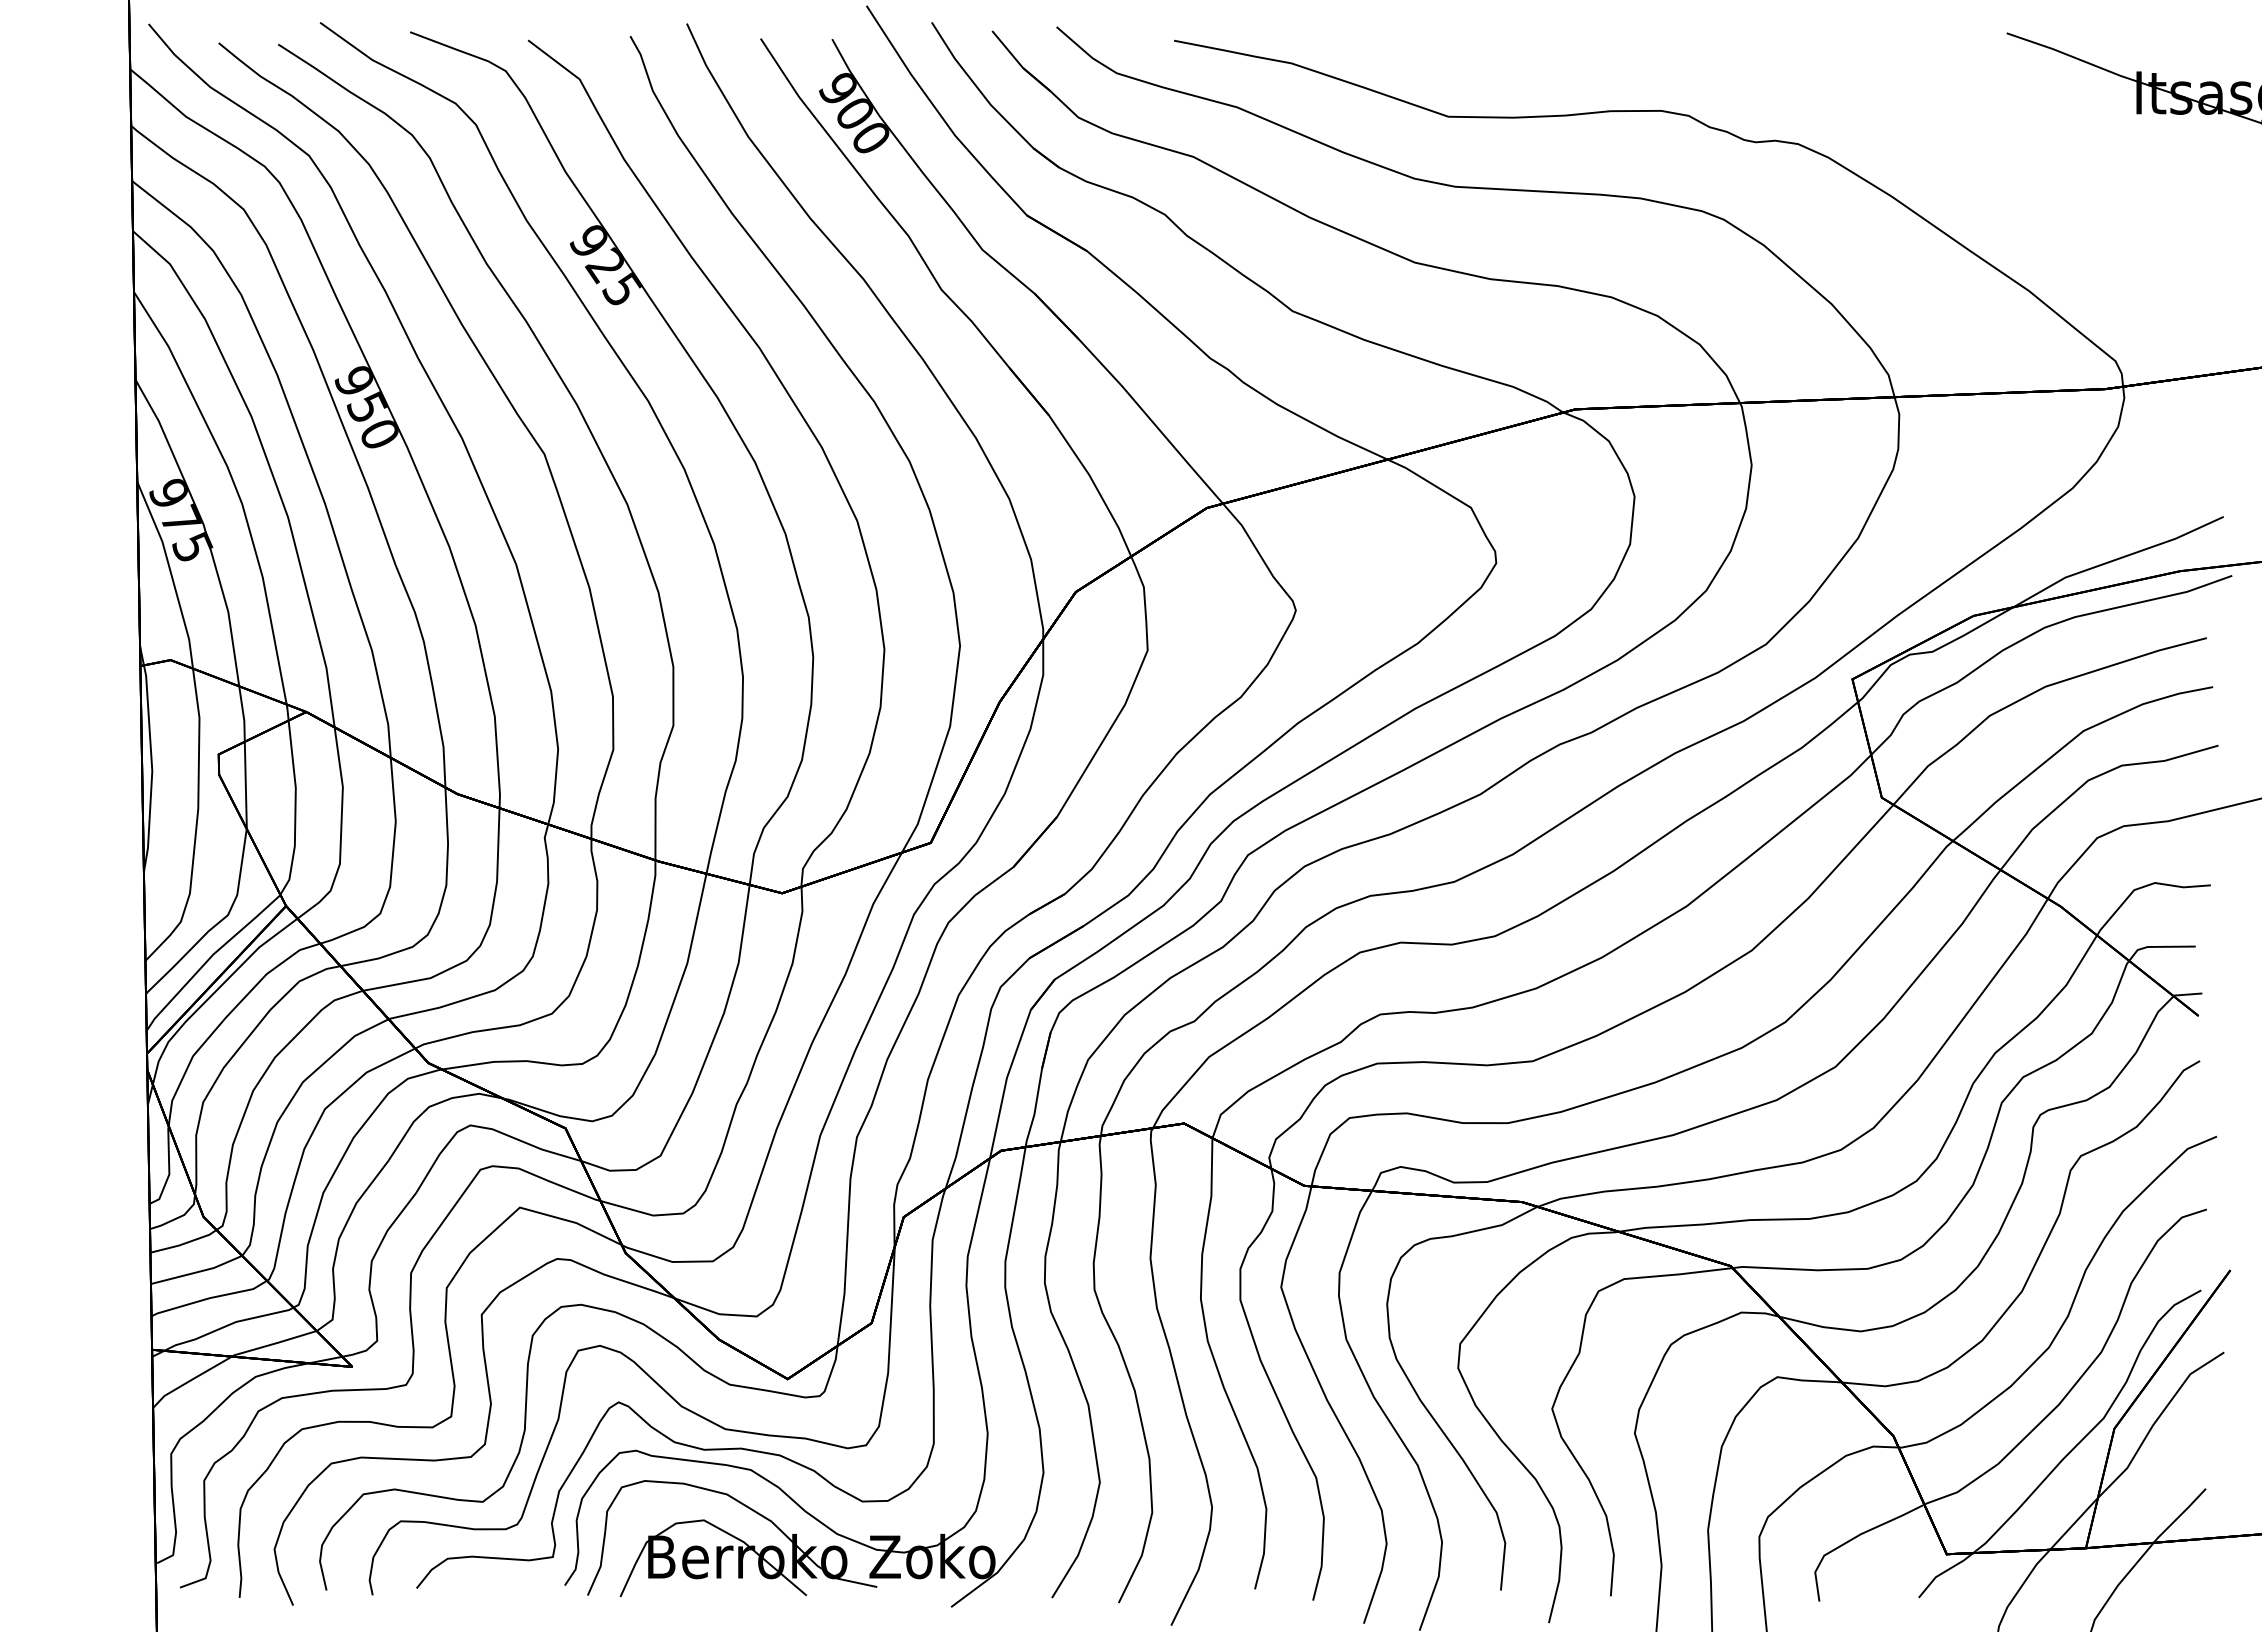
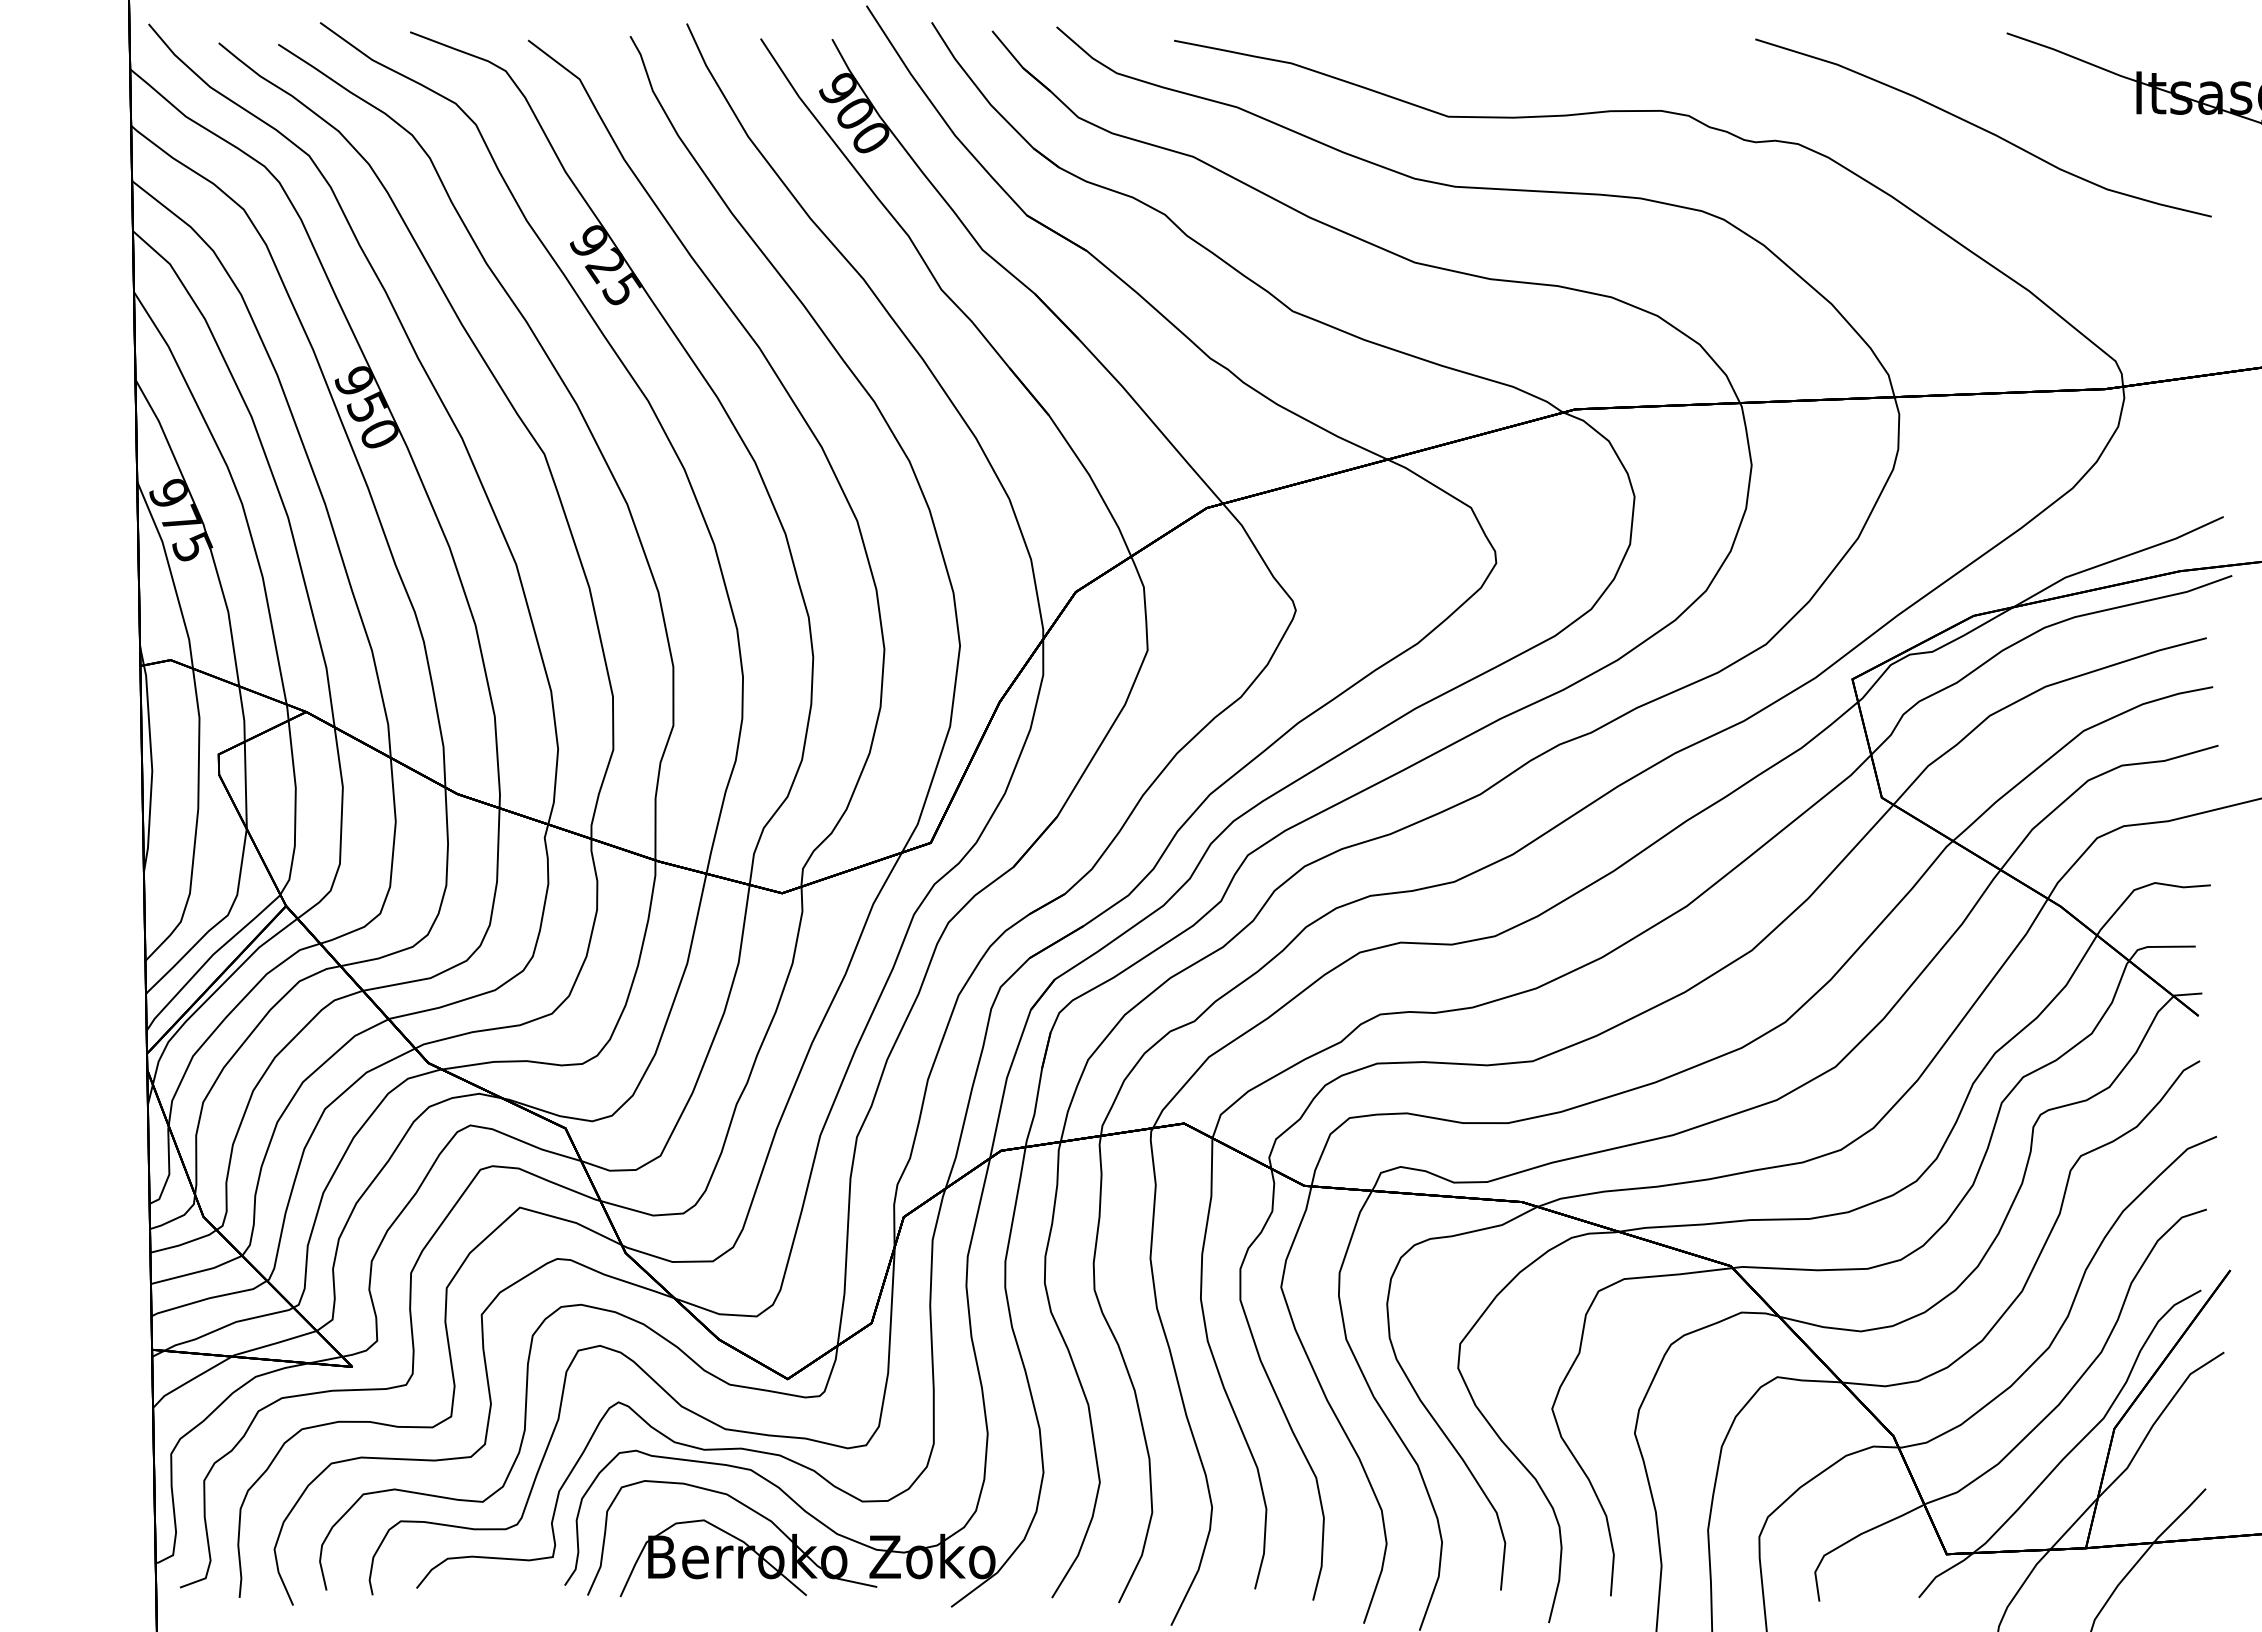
curve at (1982, 127): none -> present
